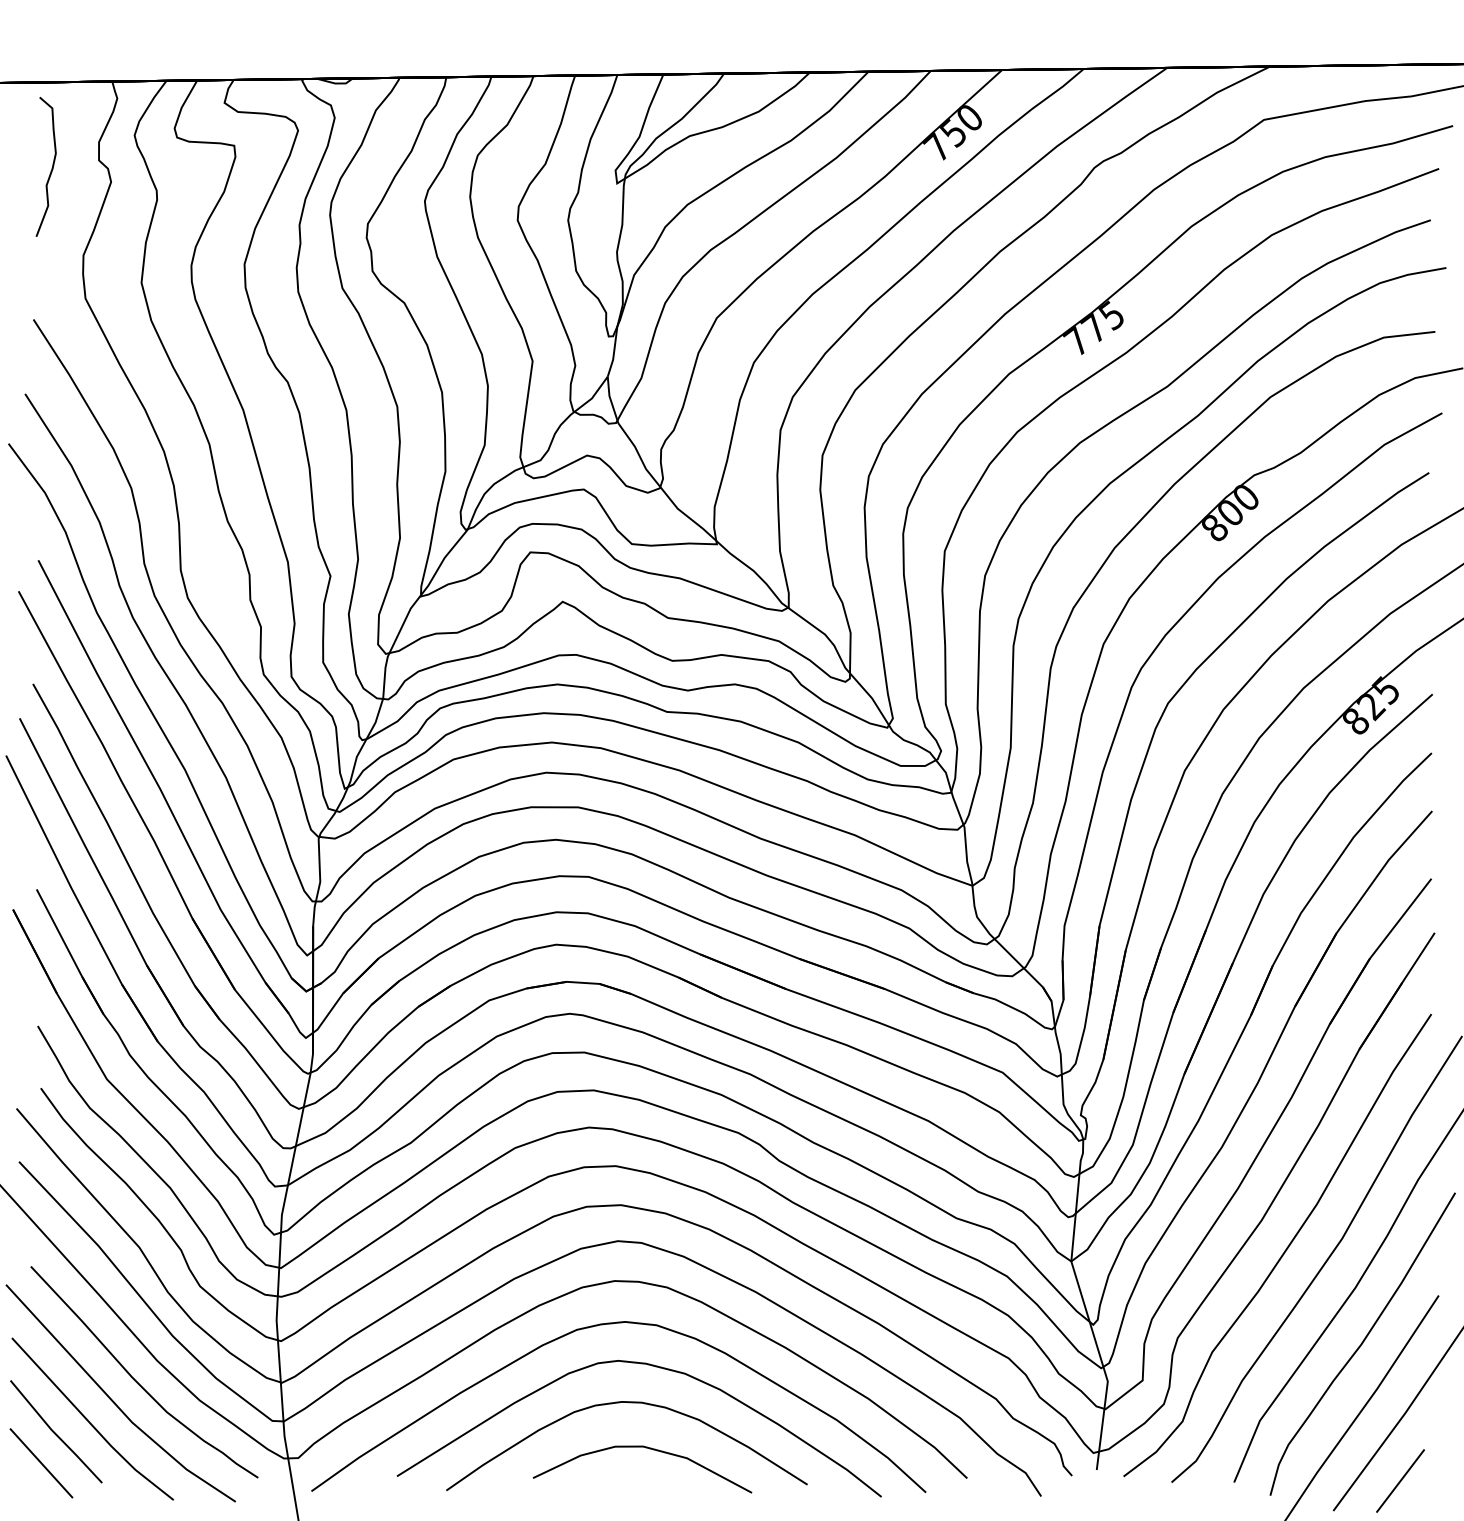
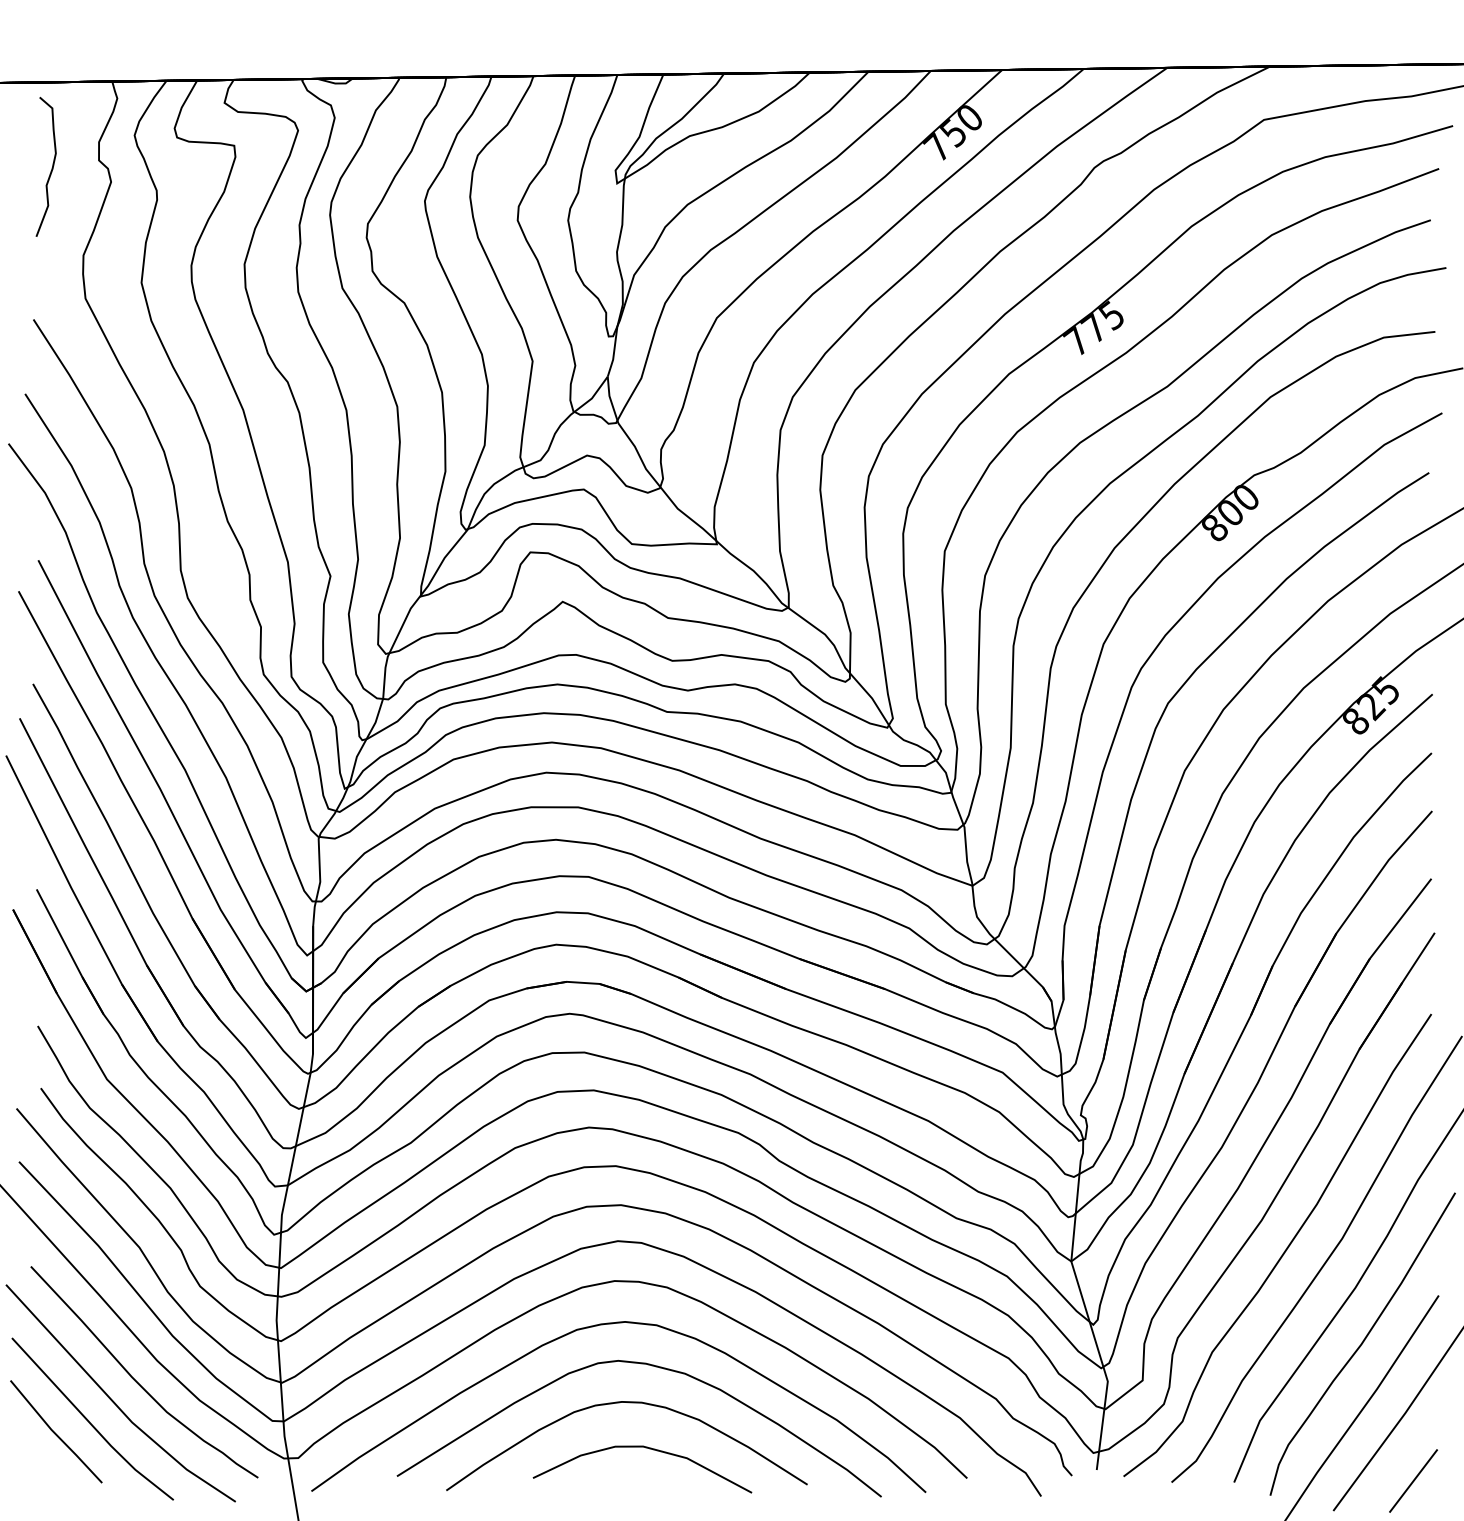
line at (41, 1463): present -> none
line at (1400, 1480) position: (1400, 1480) -> (1413, 1480)
